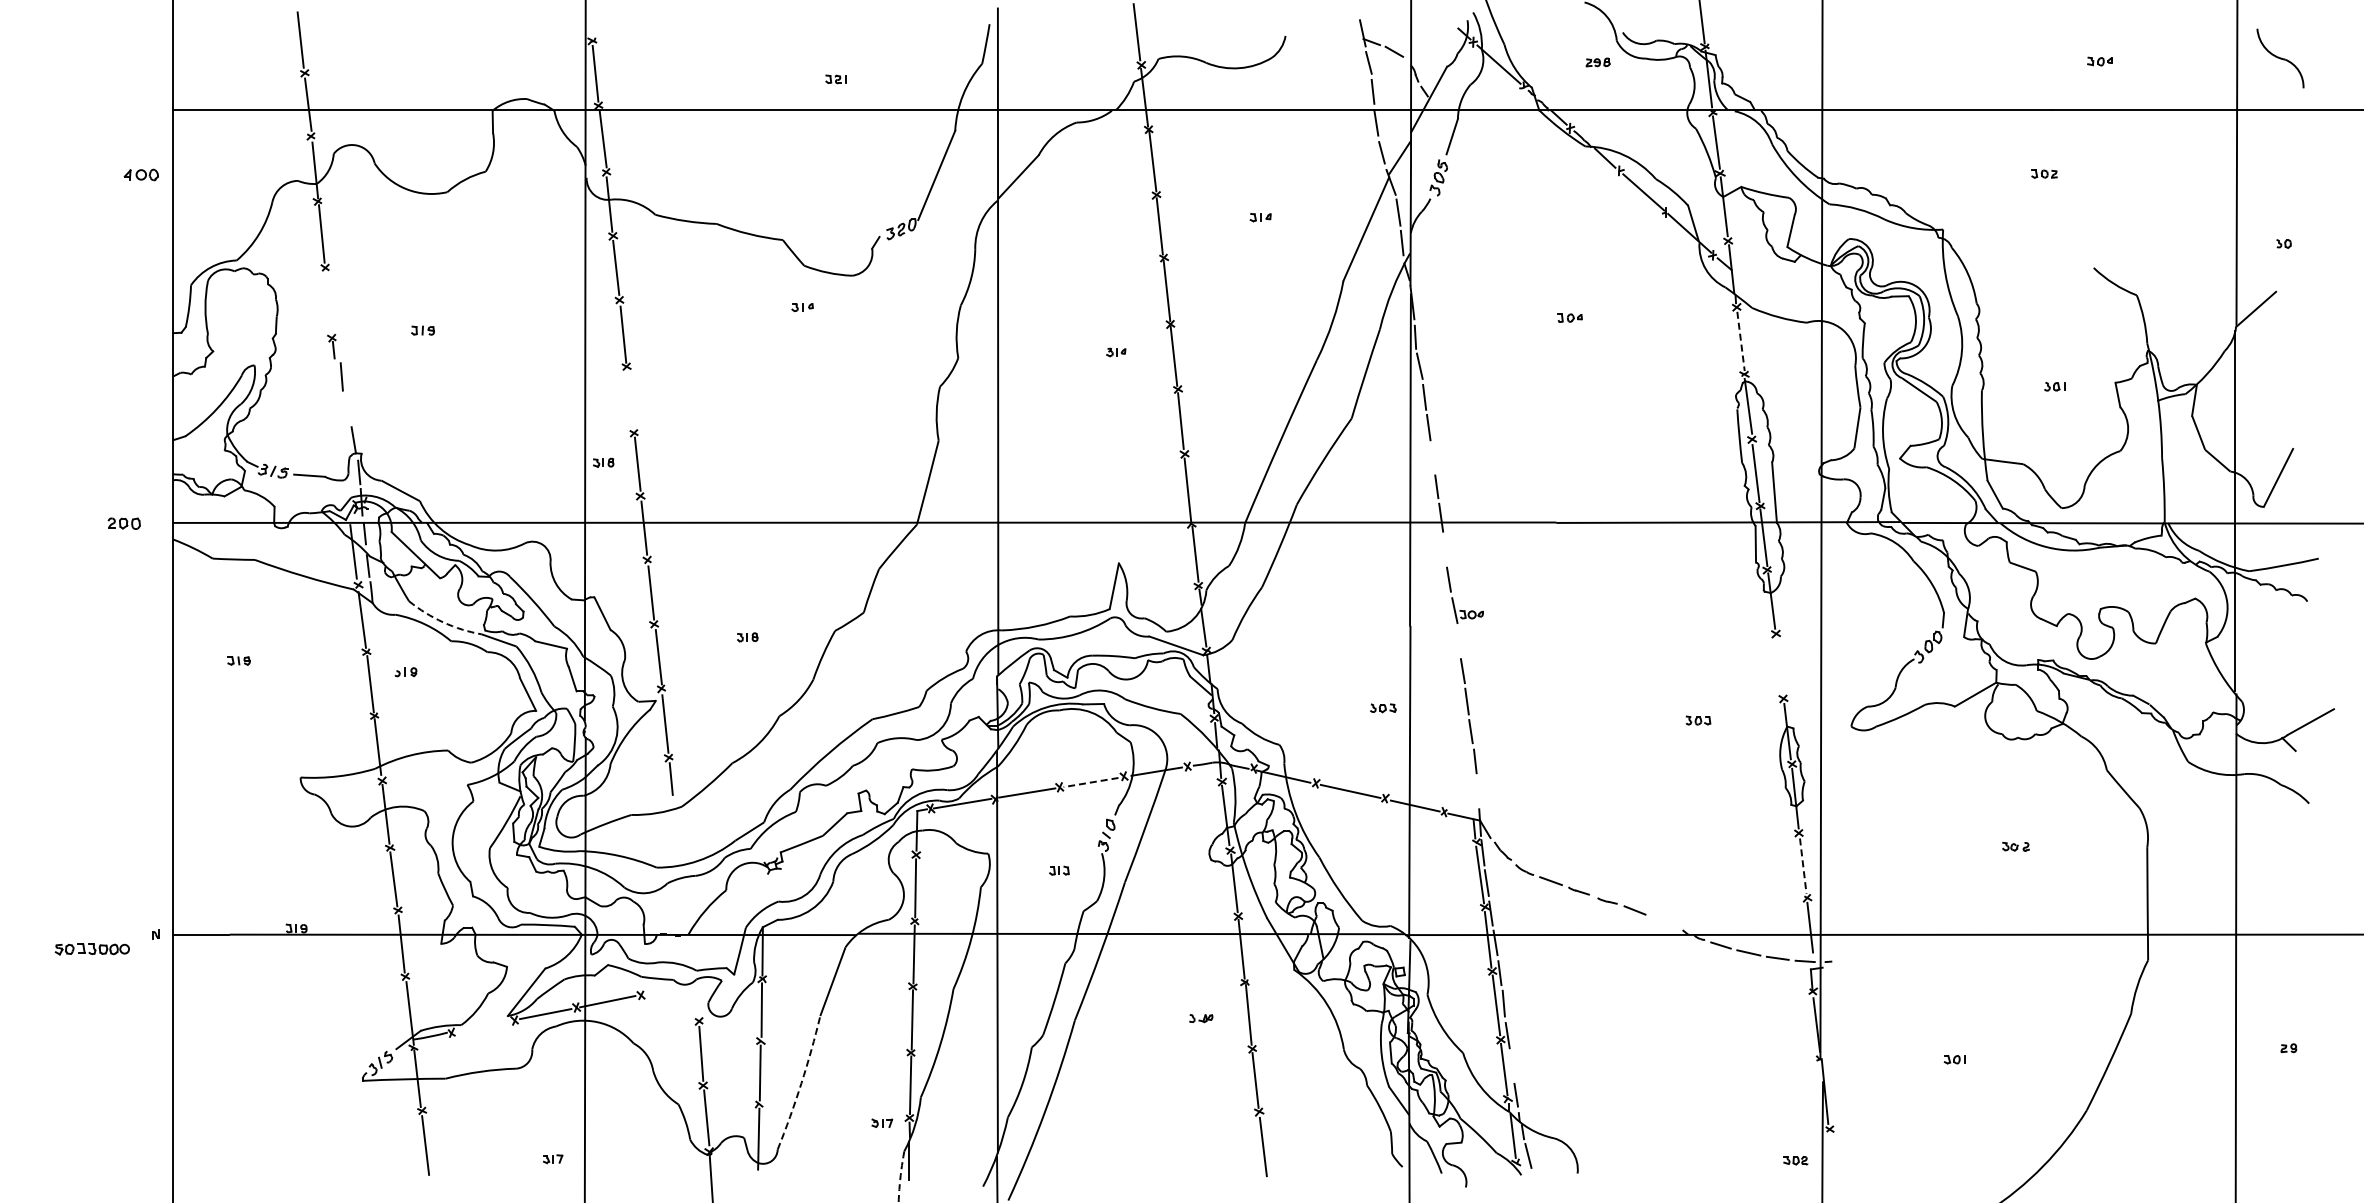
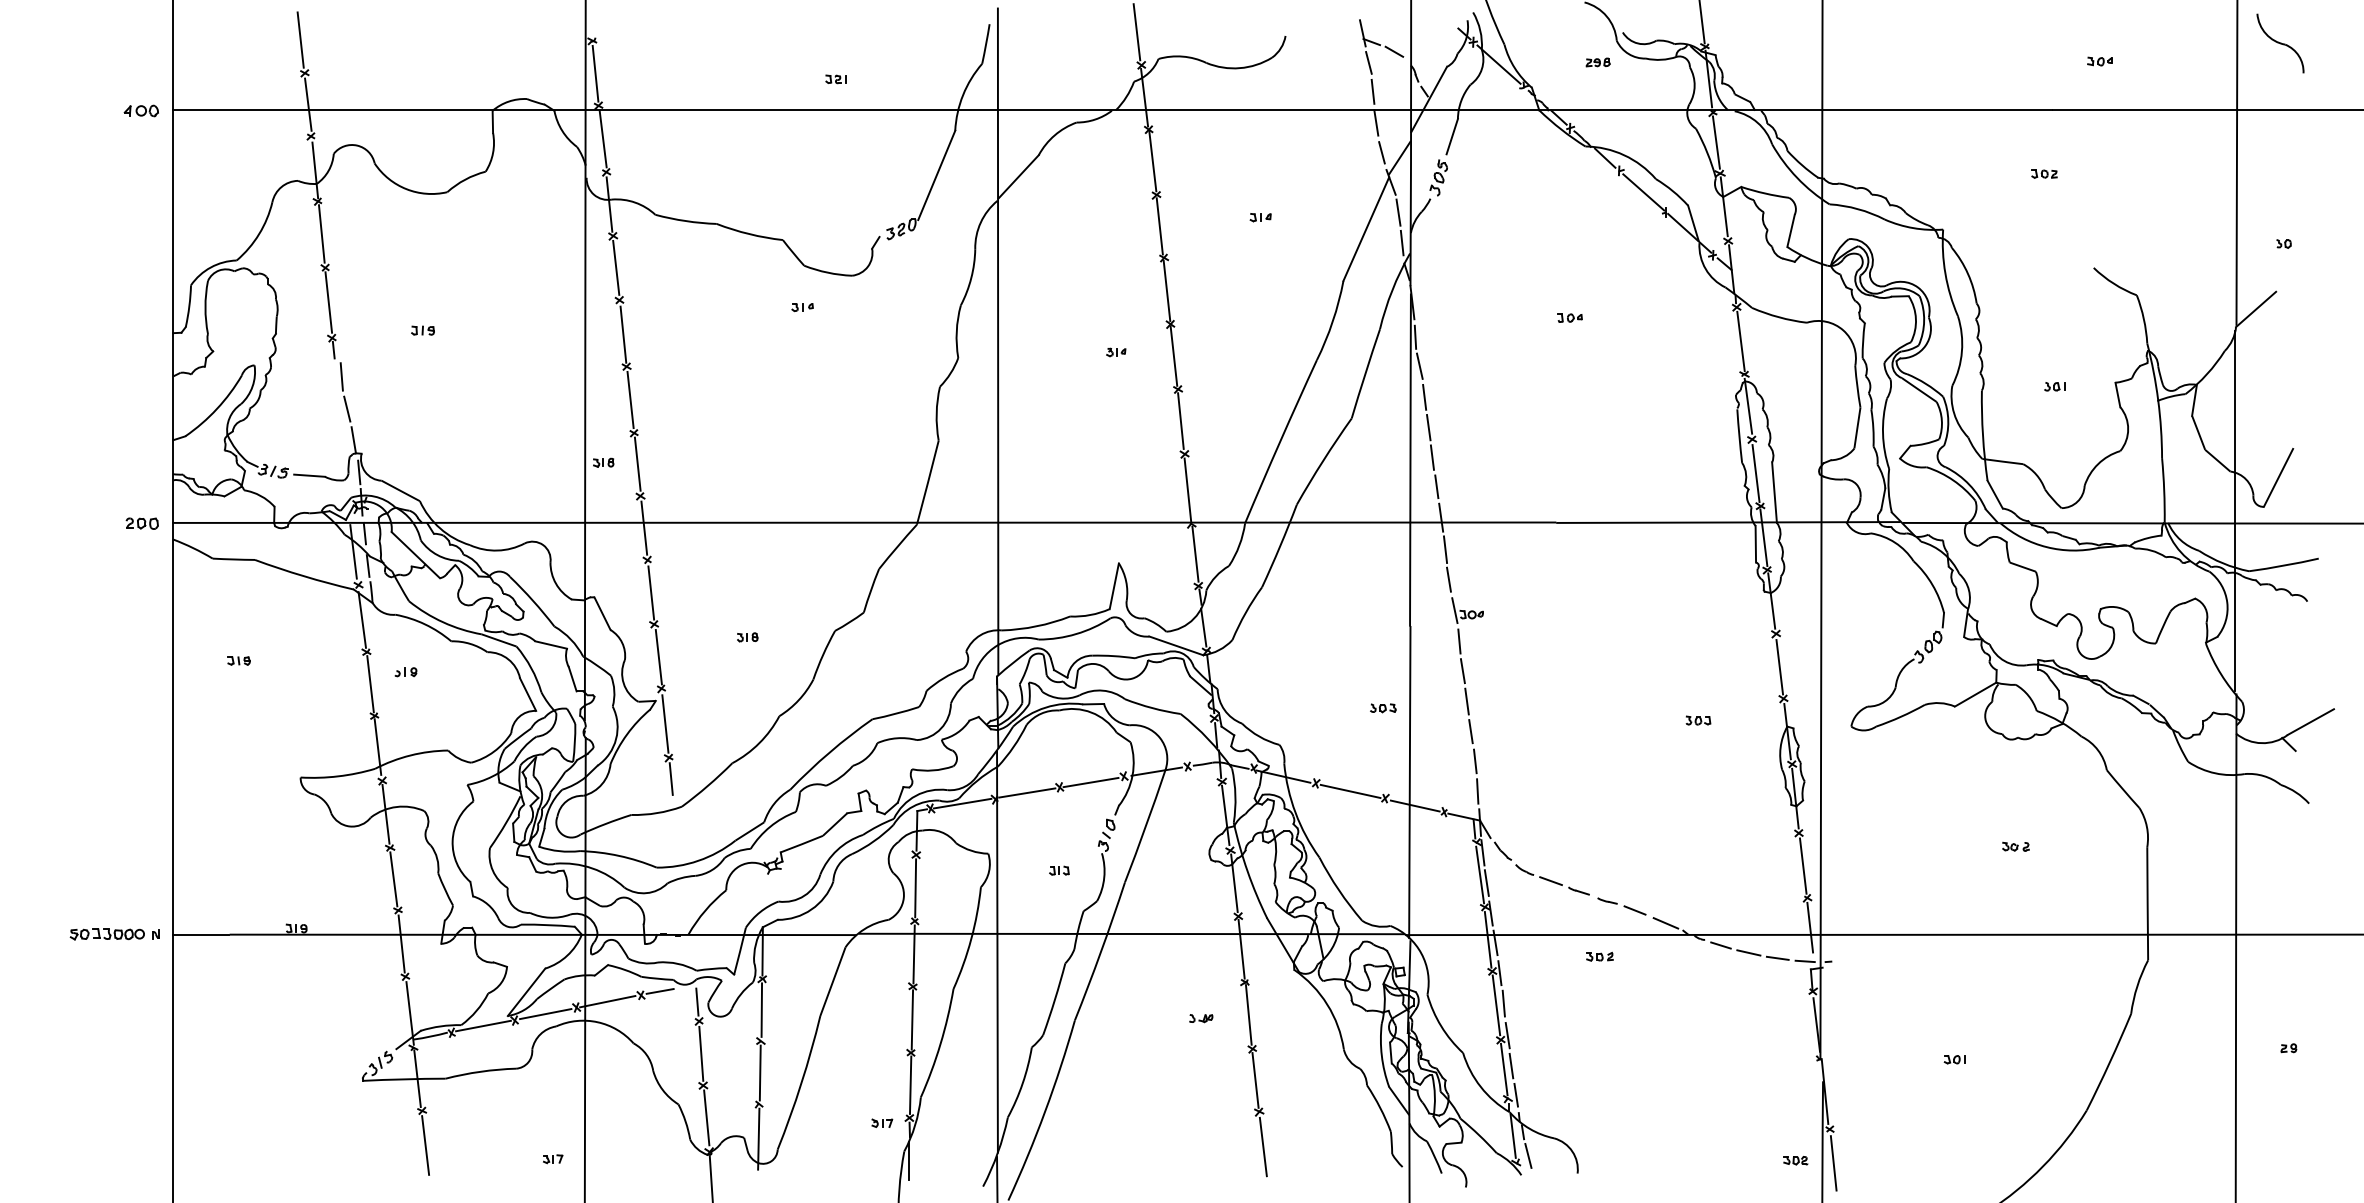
part at (2280, 58) position: (2280, 58) -> (2280, 43)
part at (140, 174) position: (140, 174) -> (140, 110)
line at (328, 302): none -> present
line at (1741, 341): dashed -> solid
line at (630, 399): none -> present
line at (347, 408): none -> present
line at (1431, 457): none -> present
part at (123, 523) position: (123, 523) -> (141, 523)
line at (1445, 549): none -> present
arc at (443, 622): dashed -> solid
line at (1459, 641): none -> present
line at (1779, 667): none -> present
line at (1091, 782): dashed -> solid
line at (1477, 791): none -> present
line at (1803, 866): dashed -> solid
line at (1665, 923): none -> present
part at (91, 949) position: (91, 949) -> (106, 934)
part at (1599, 956): none -> present
line at (659, 991): none -> present
line at (697, 1001): none -> present
line at (483, 1025): none -> present
line at (1511, 1065): none -> present
arc at (801, 1083): dashed -> solid
line at (1833, 1163): none -> present
arc at (900, 1178): dashed -> solid
